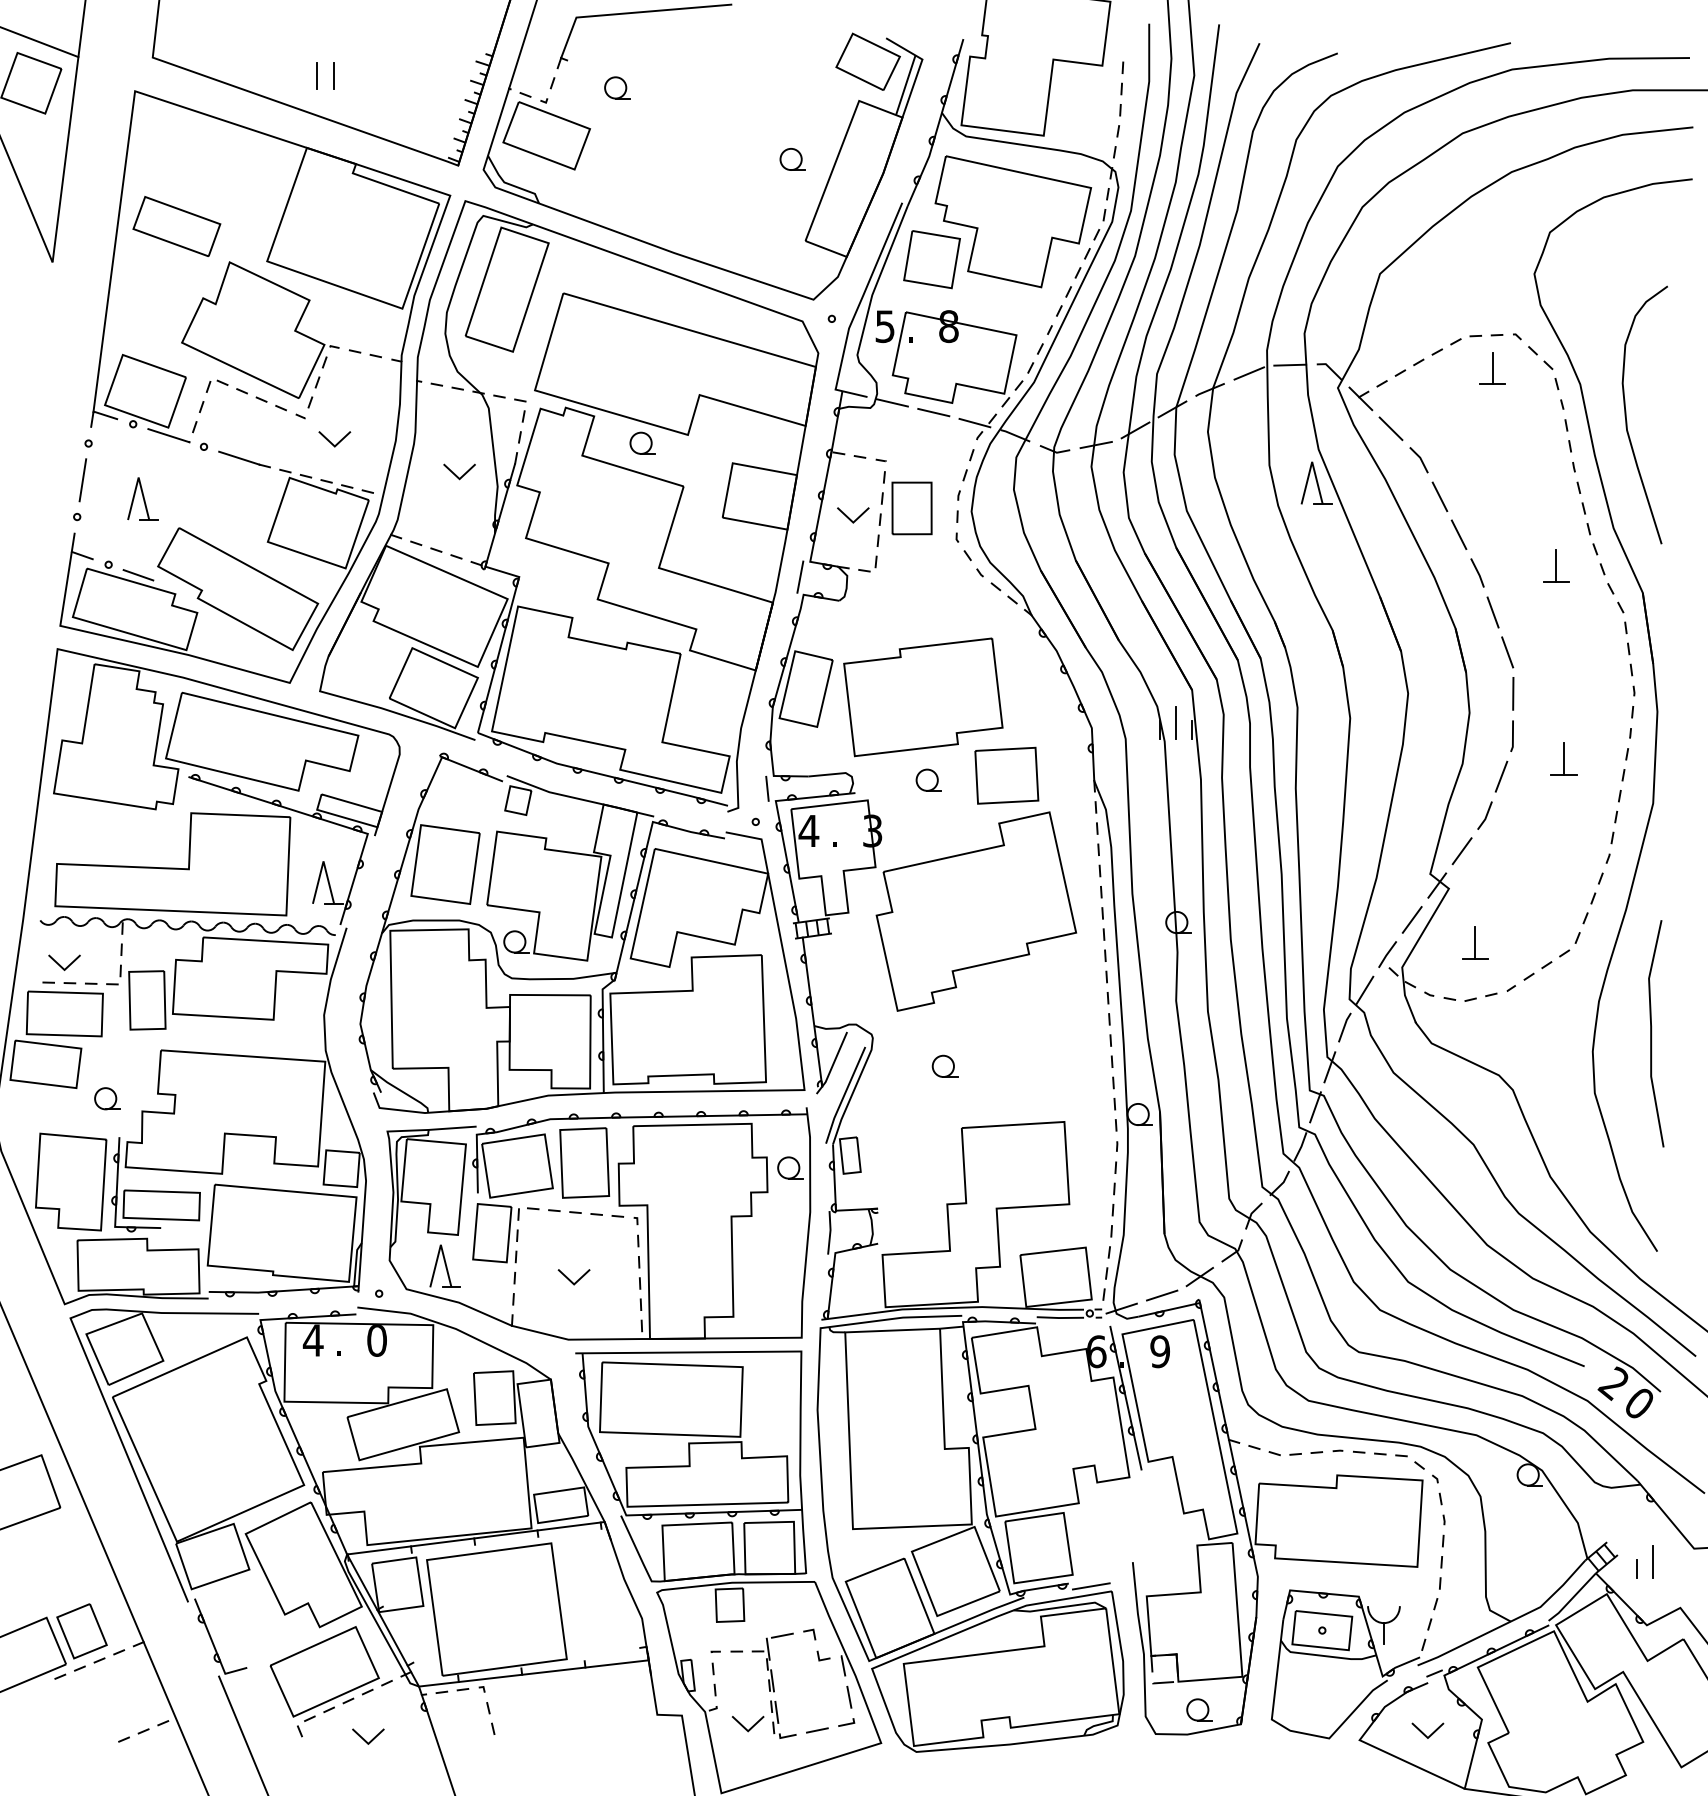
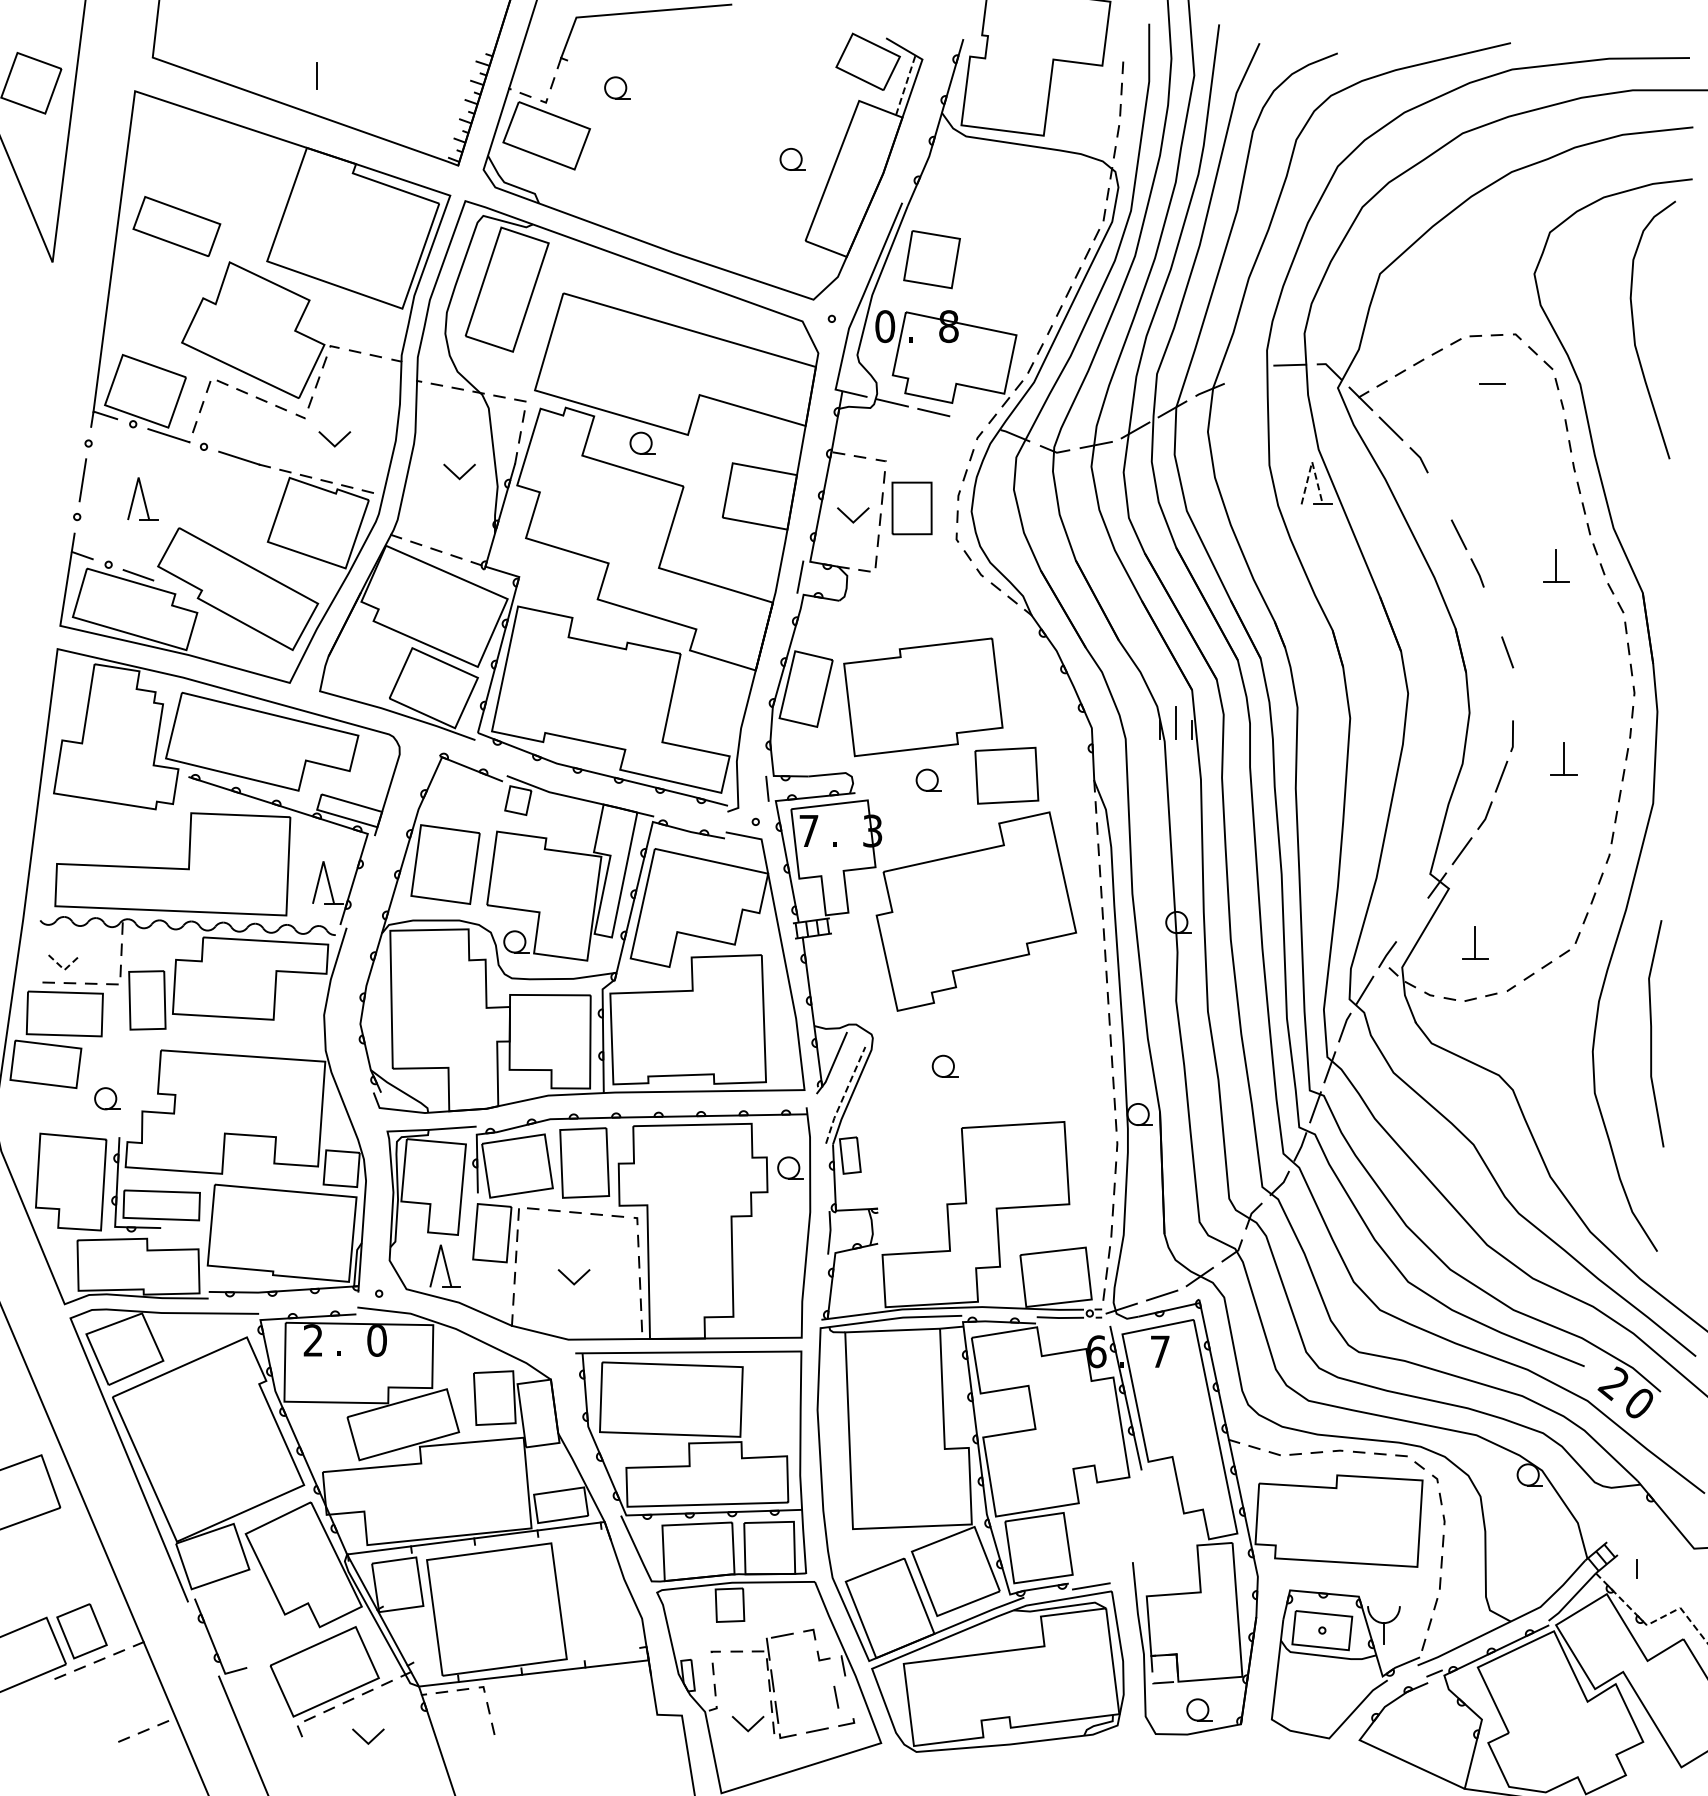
line at (40, 42): present -> none
line at (333, 75): present -> none
line at (905, 84): solid -> dashed
part at (1013, 221): present -> none
text at (885, 326): 5 -> 0
line at (1492, 368): present -> none
line at (1249, 373): present -> none
curve at (1626, 414) position: (1626, 414) -> (1634, 329)
line at (974, 422): present -> none
line at (1312, 461): solid -> dashed
line at (1439, 496): present -> none
line at (1492, 612): present -> none
line at (1513, 693): present -> none
text at (808, 830): 4 -> 7
line at (1411, 919): present -> none
line at (64, 970): solid -> dashed
line at (844, 1095): solid -> dashed
text at (312, 1340): 4 -> 2
text at (1159, 1351): 9 -> 7
line at (1652, 1562): present -> none
line at (1651, 1623): solid -> dashed
line at (849, 1696) position: (849, 1696) -> (836, 1696)
line at (1424, 1733): present -> none
